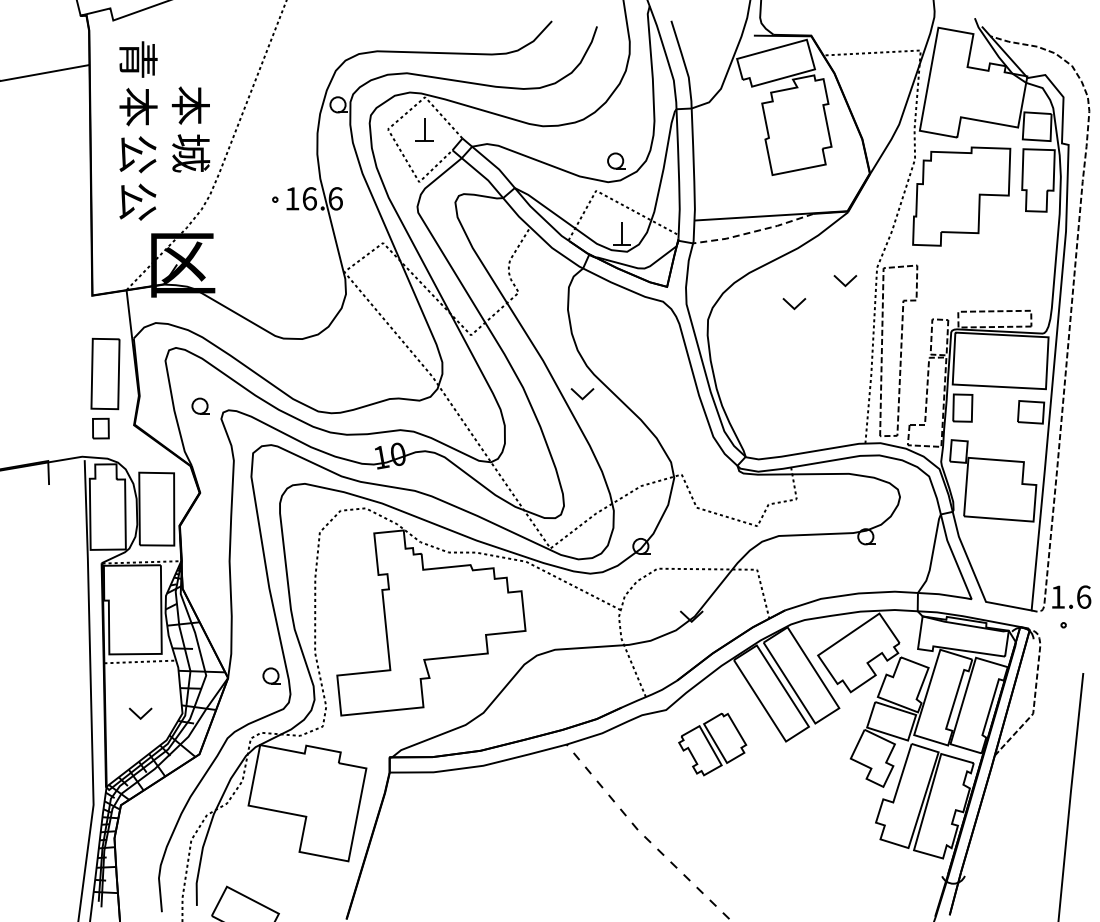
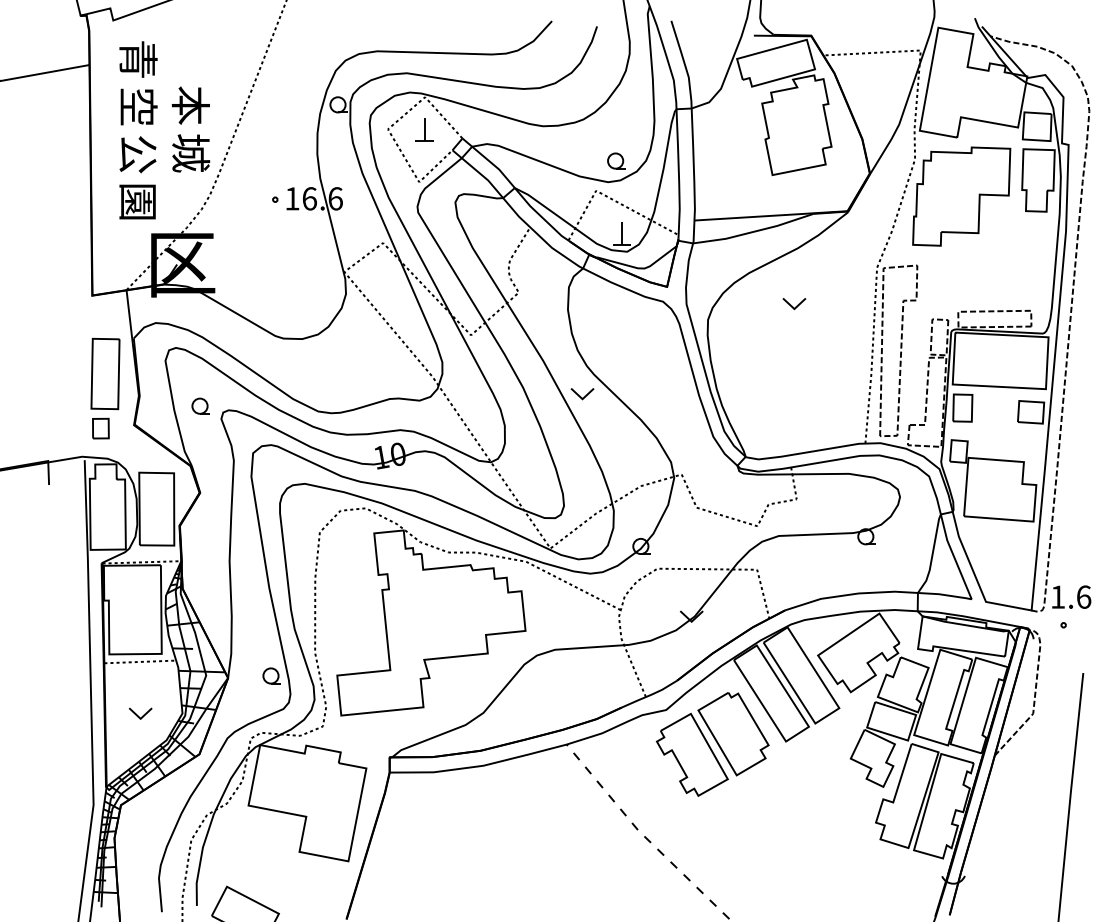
text at (137, 106): 本 -> 空
text at (137, 201): 公 -> 園
line at (754, 231): dashed -> solid
part at (845, 281): present -> none
part at (712, 744) size: 70x65 px -> 115x105 px
